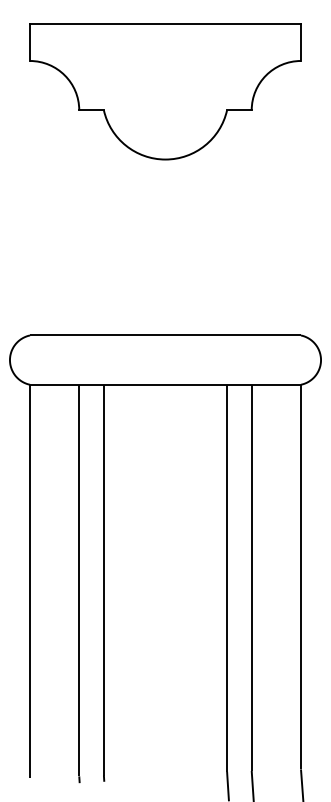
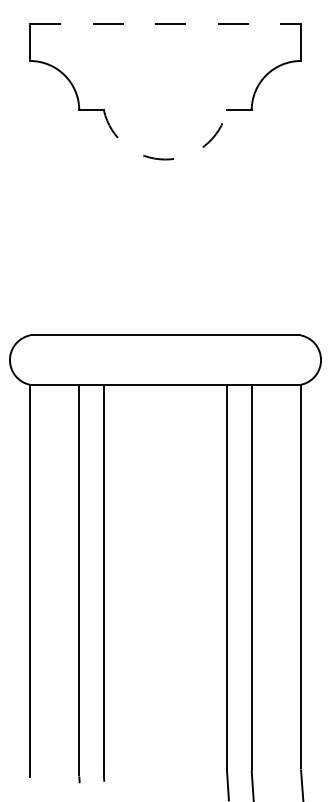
line at (165, 24): solid -> dashed
arc at (165, 159): solid -> dashed
